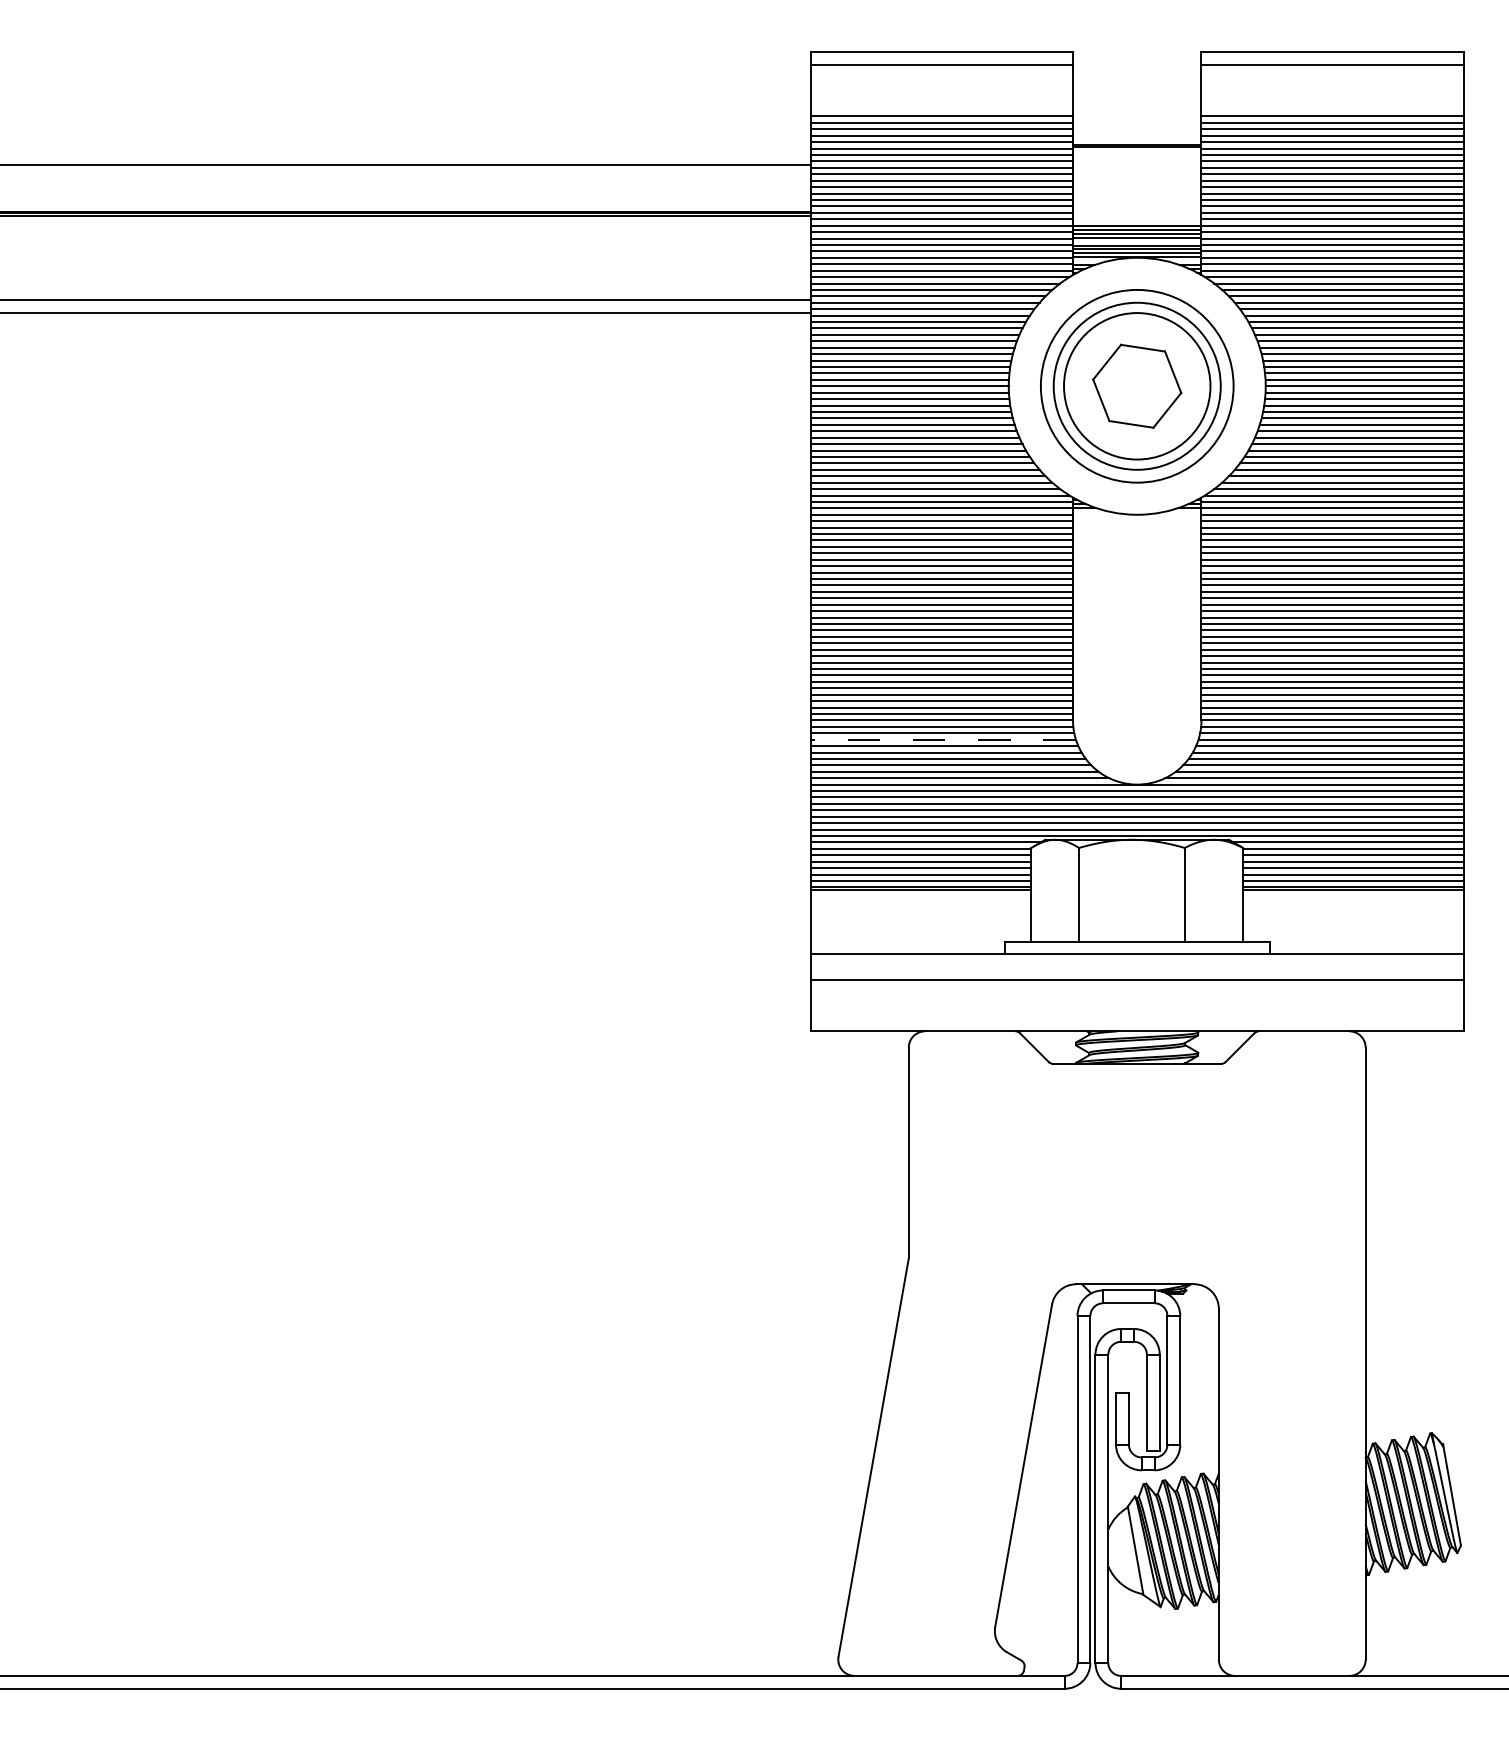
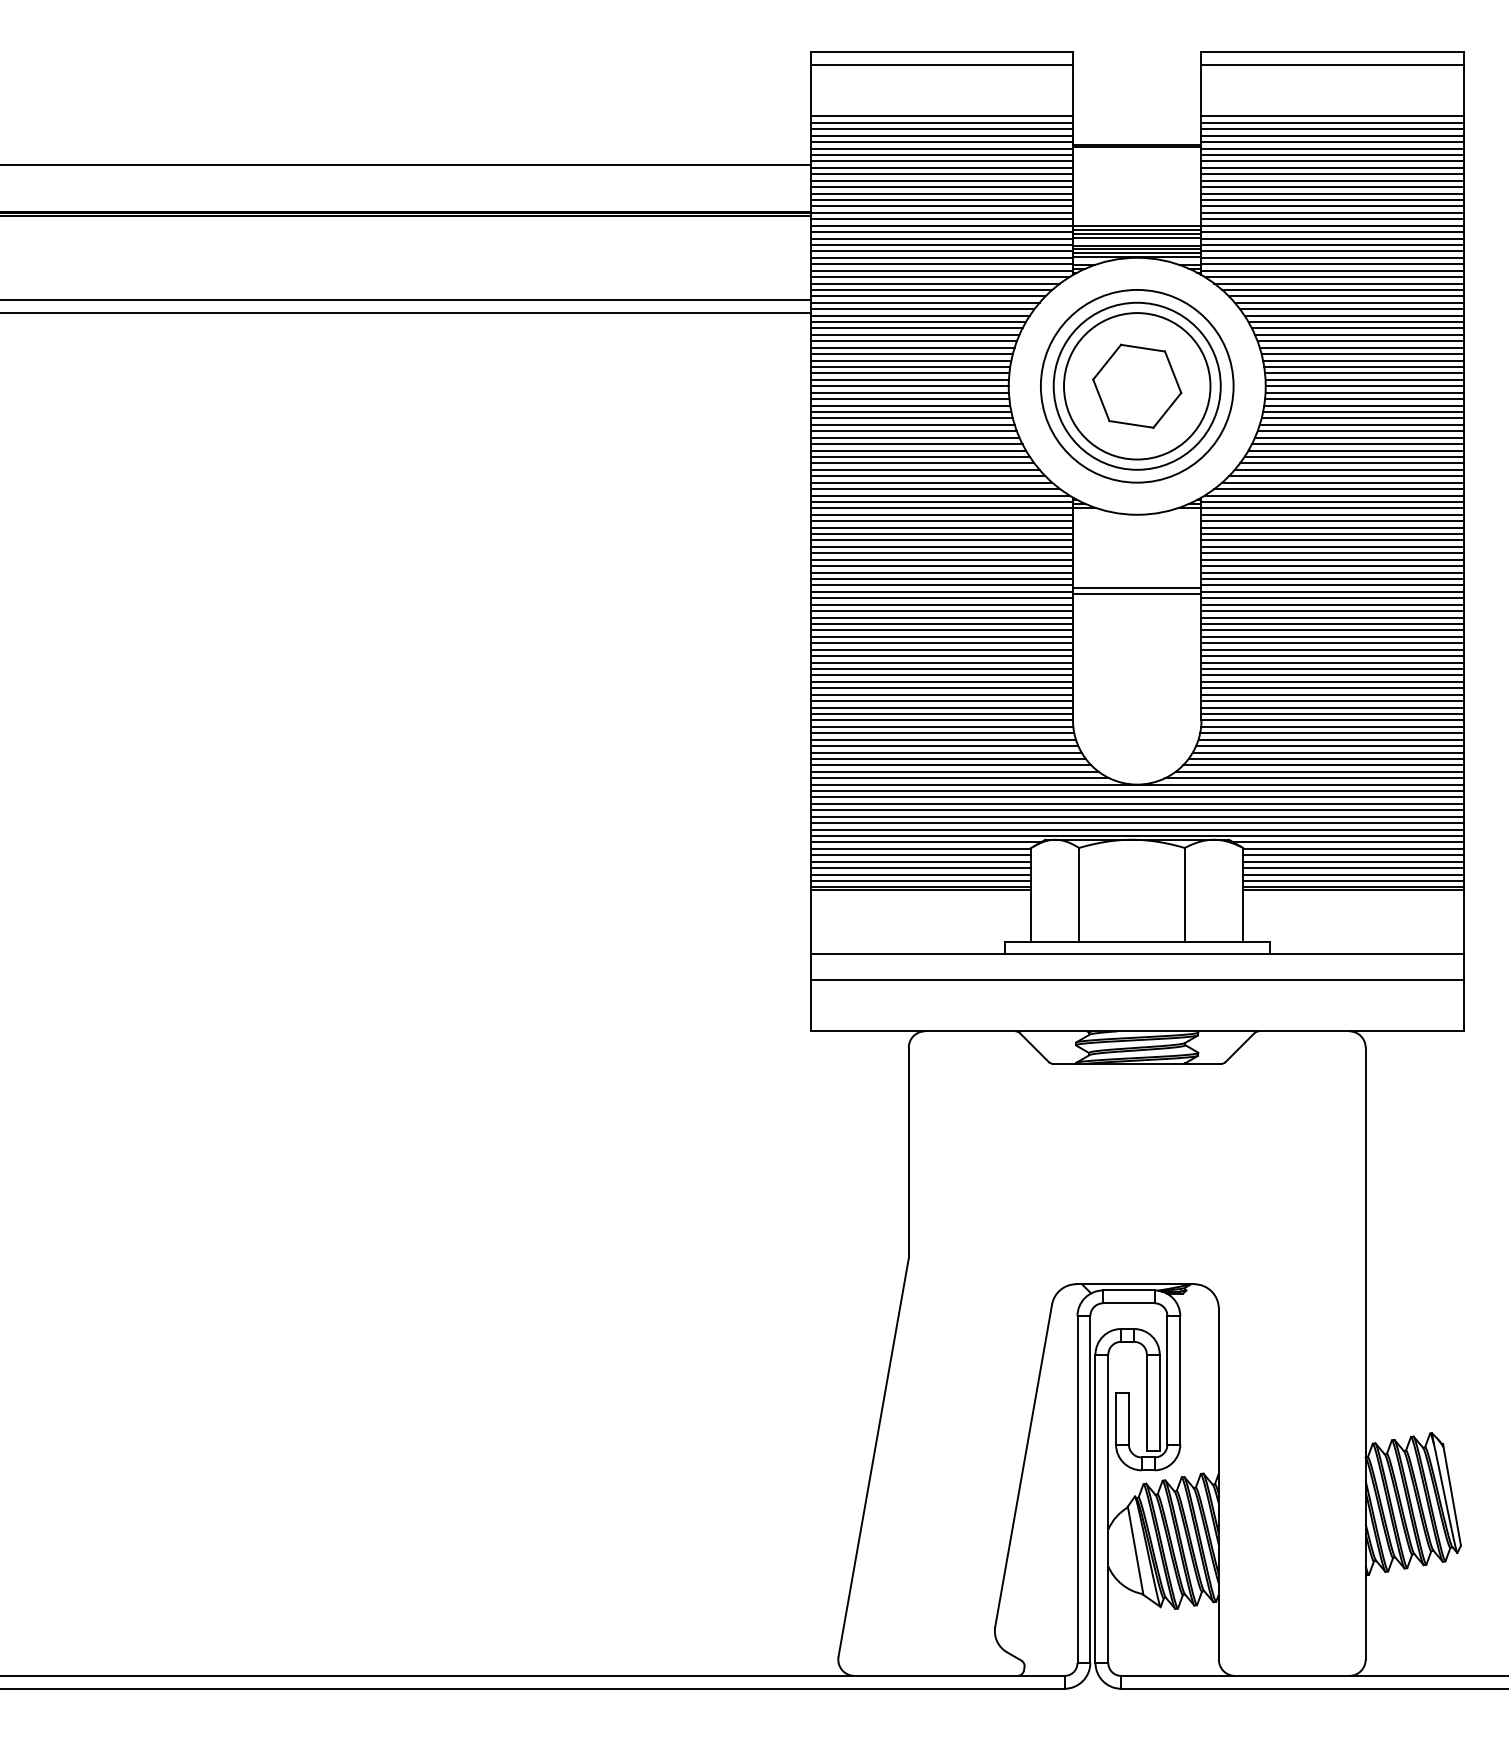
line at (1136, 588): none -> present
line at (1136, 594): none -> present
line at (943, 739): dashed -> solid
